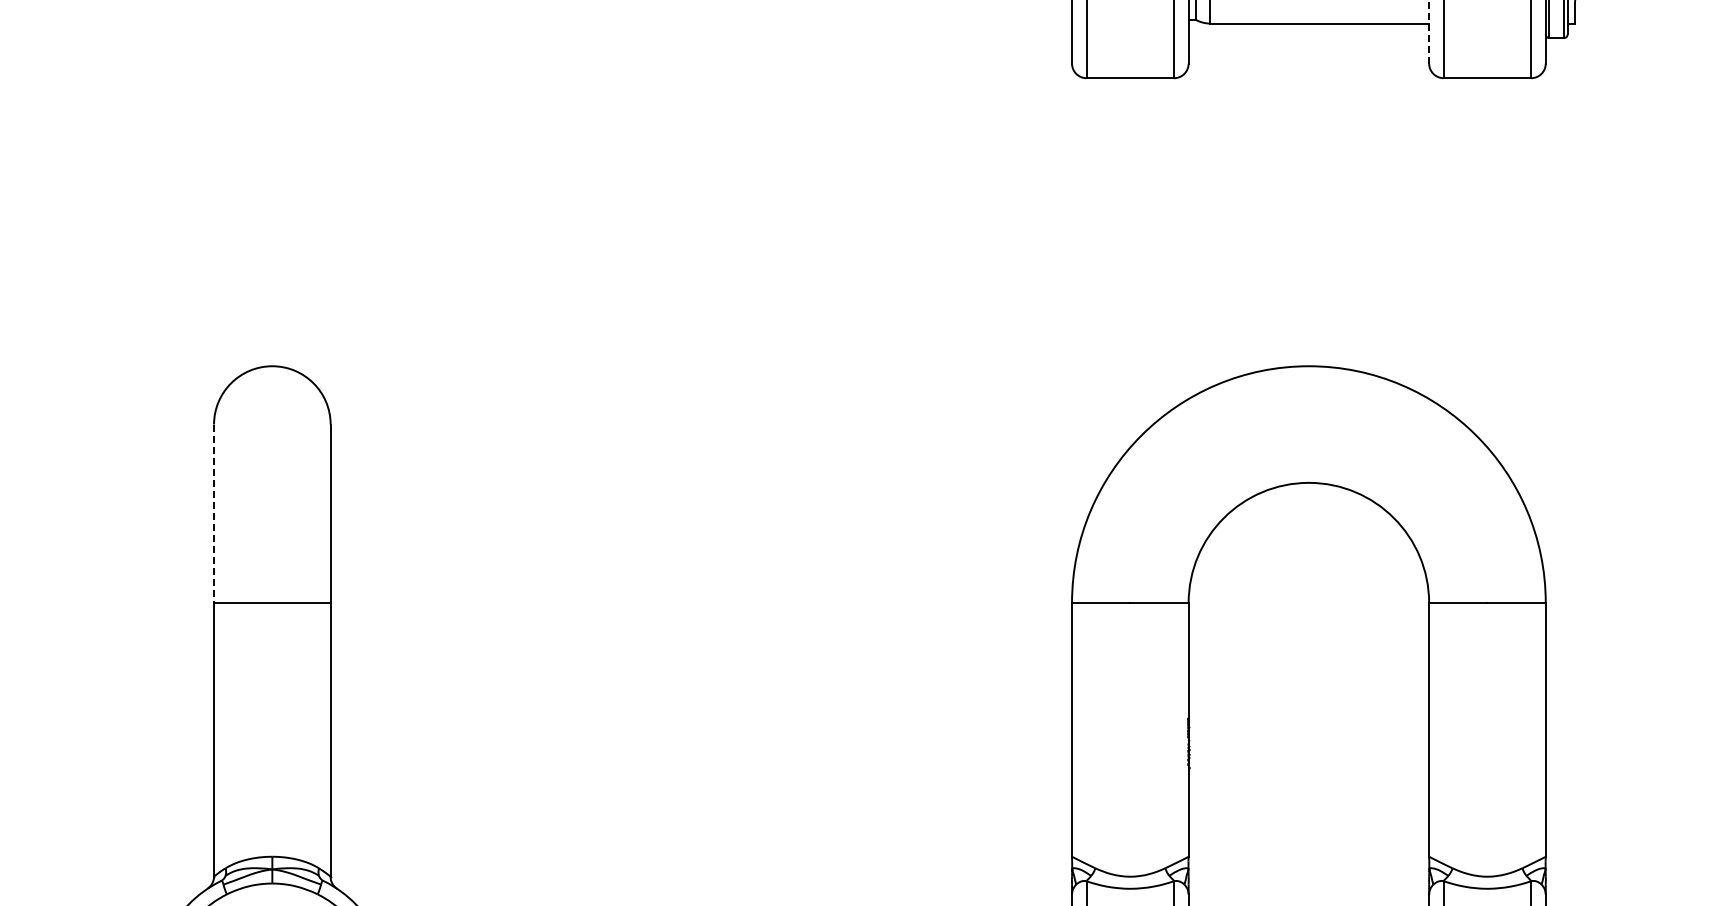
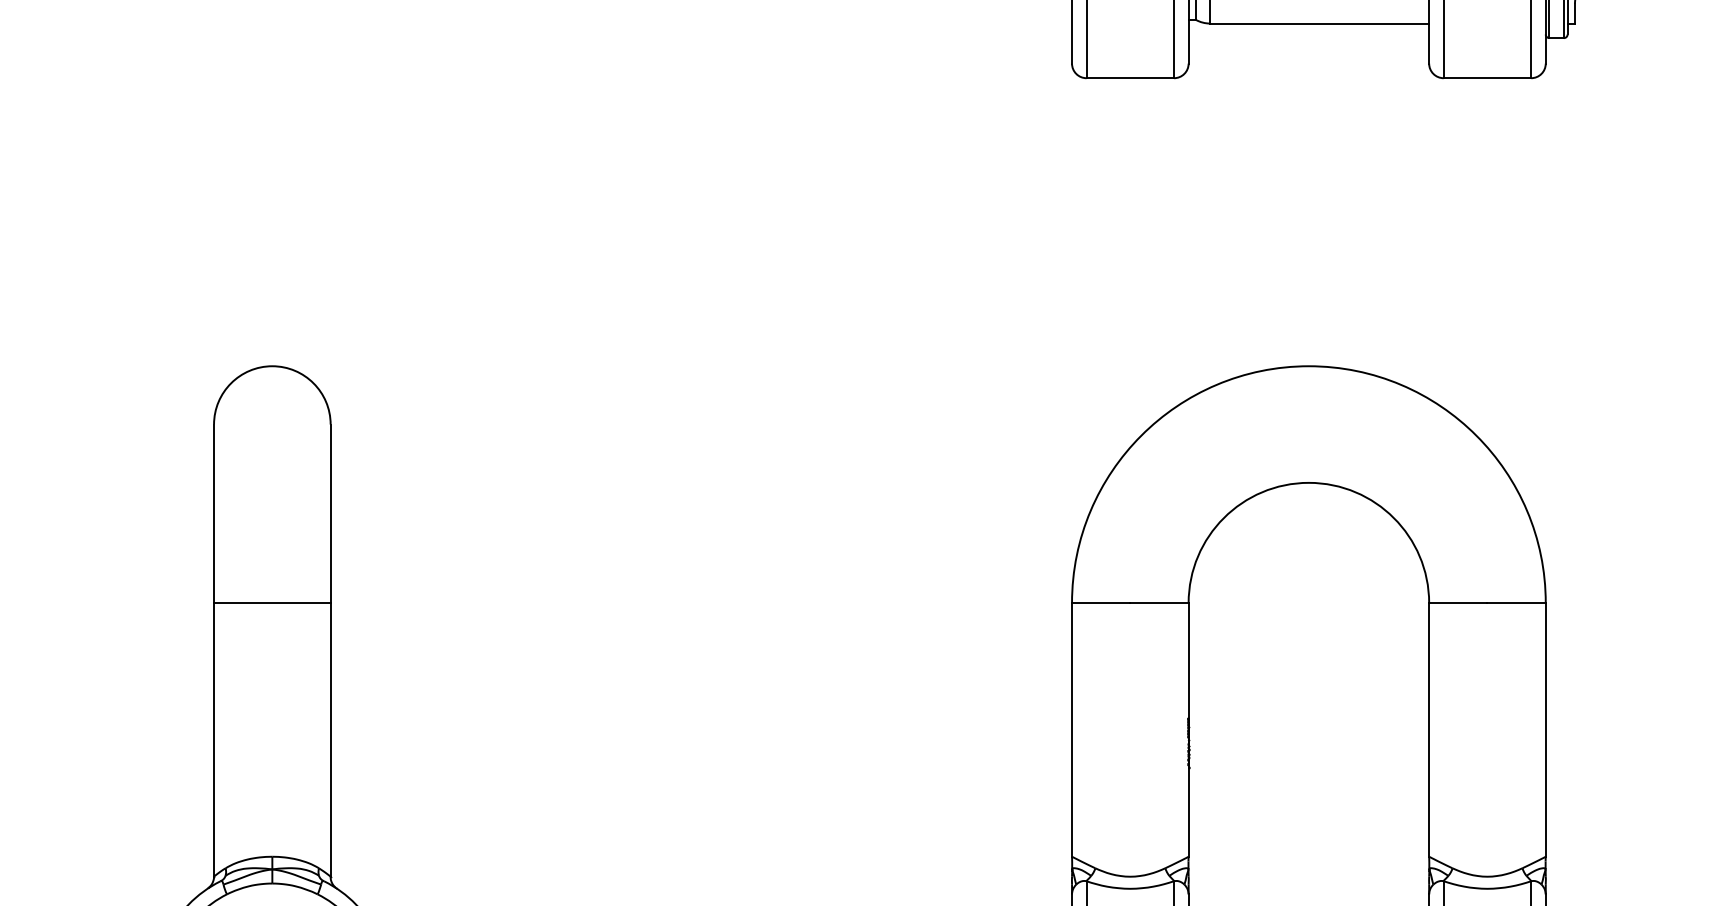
line at (1429, 31): dashed -> solid
line at (214, 514): dashed -> solid
